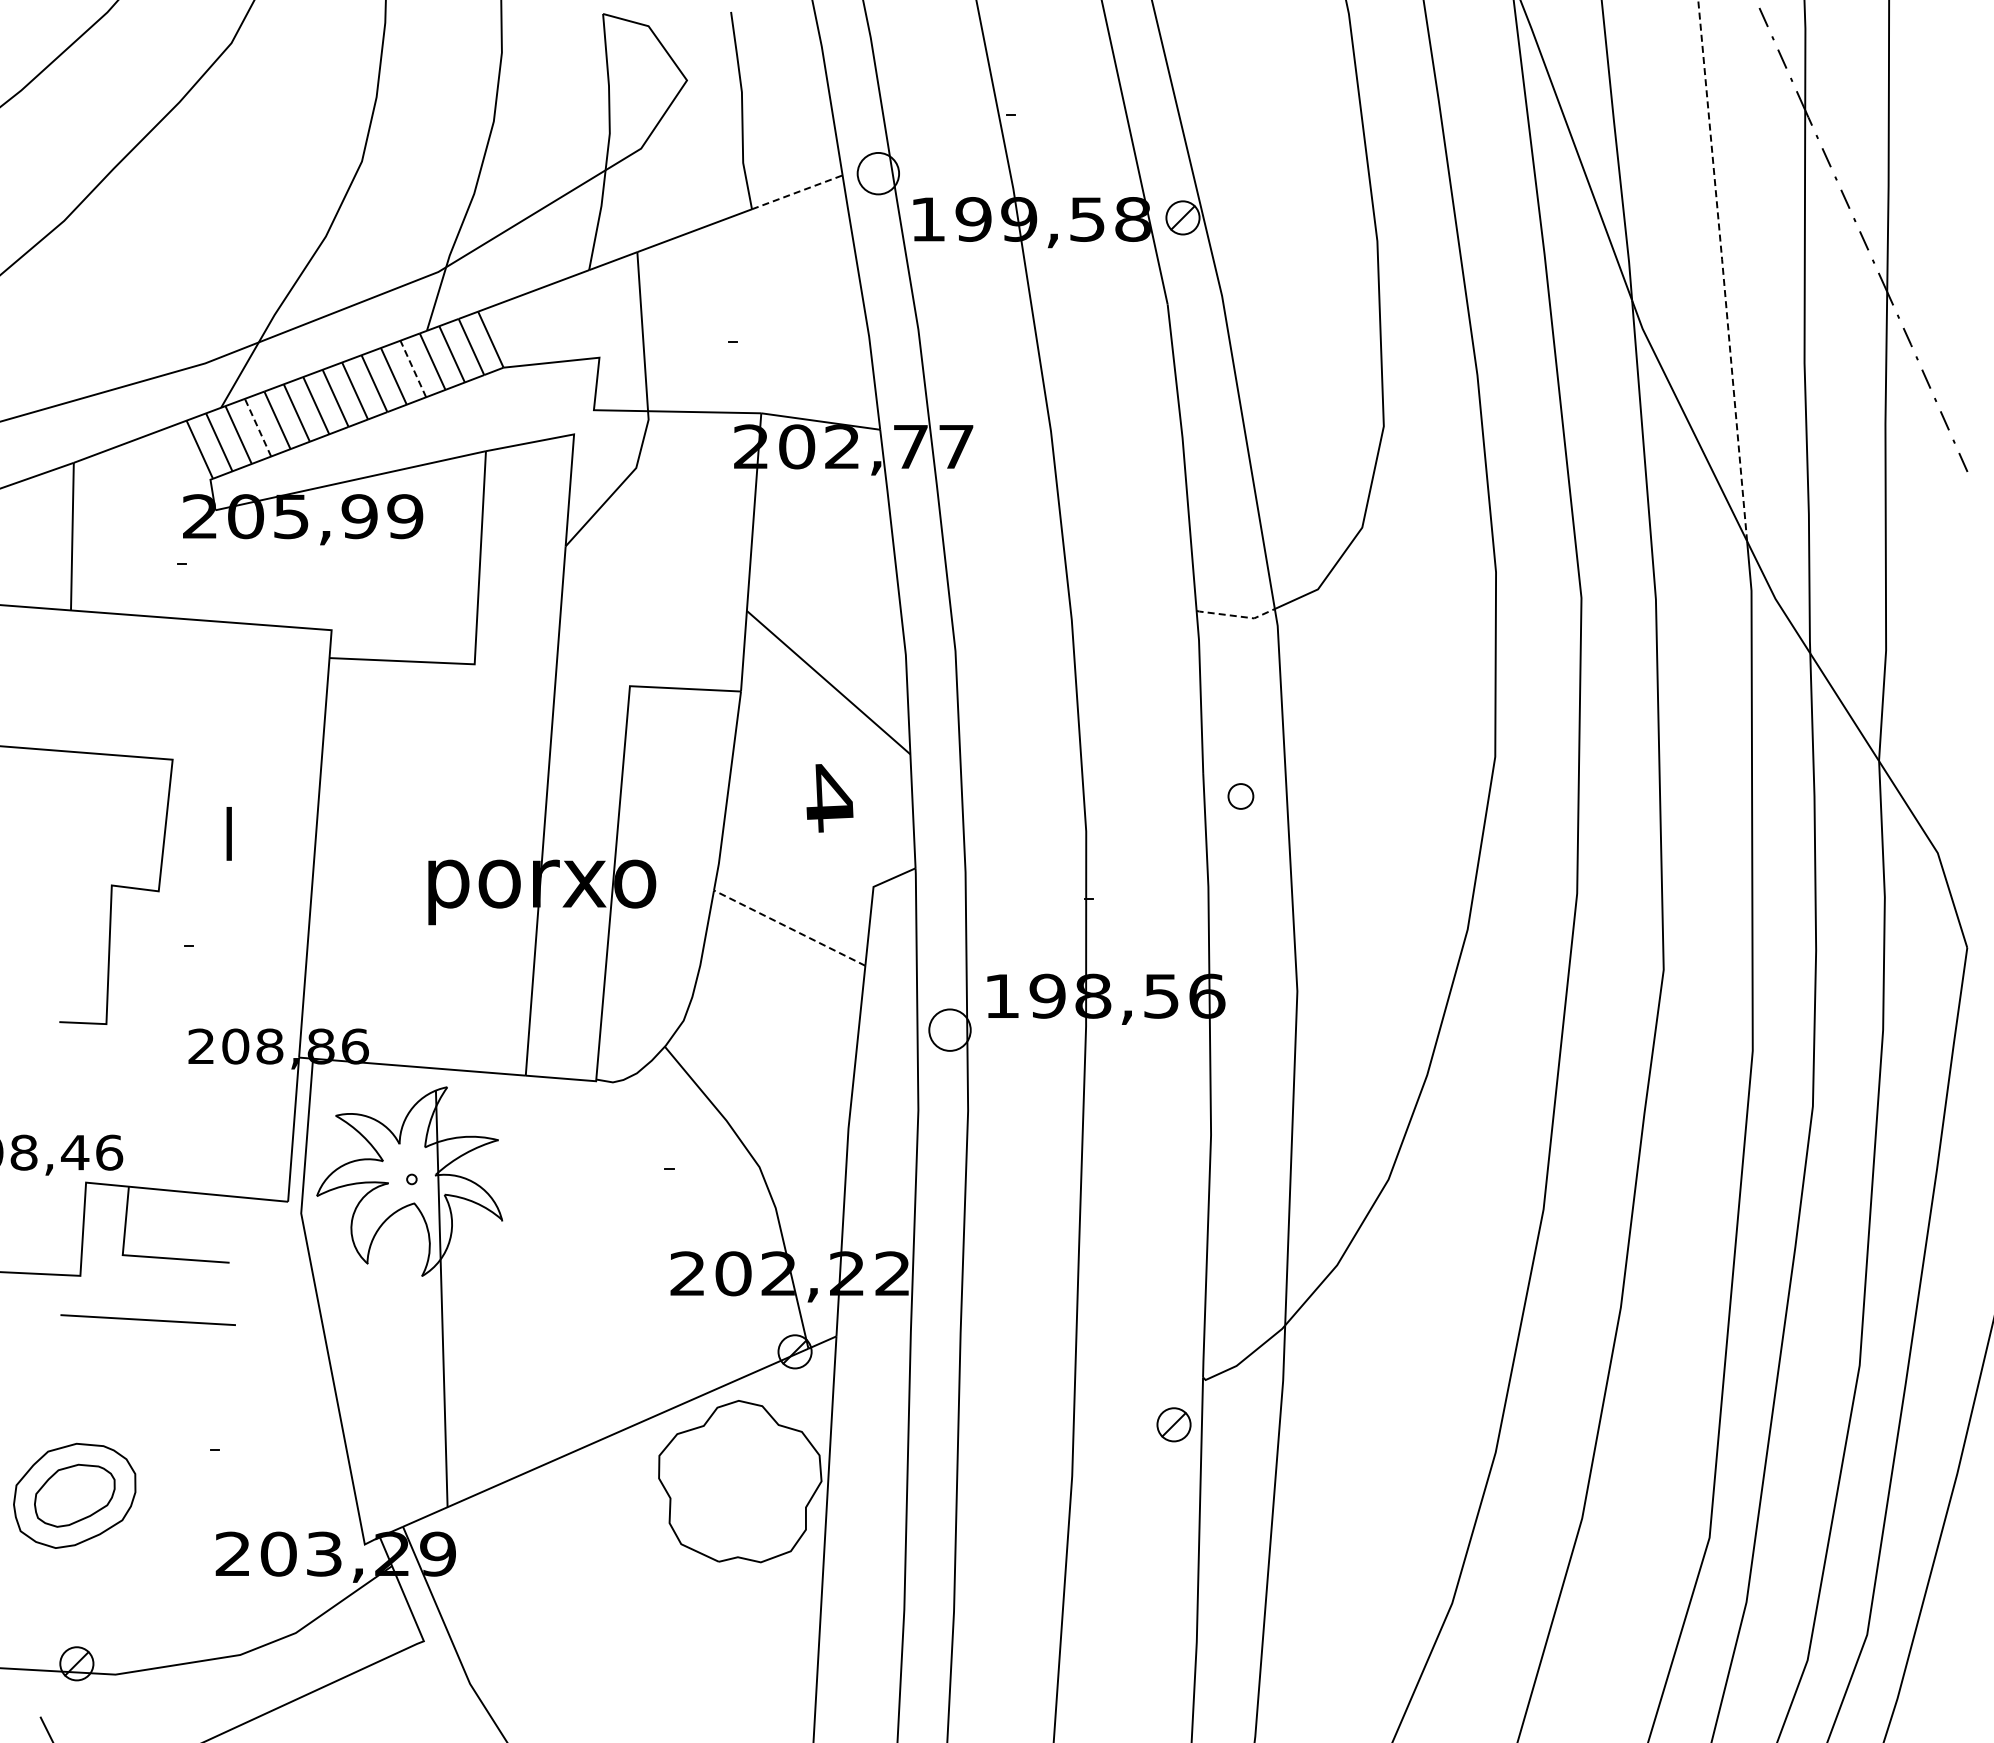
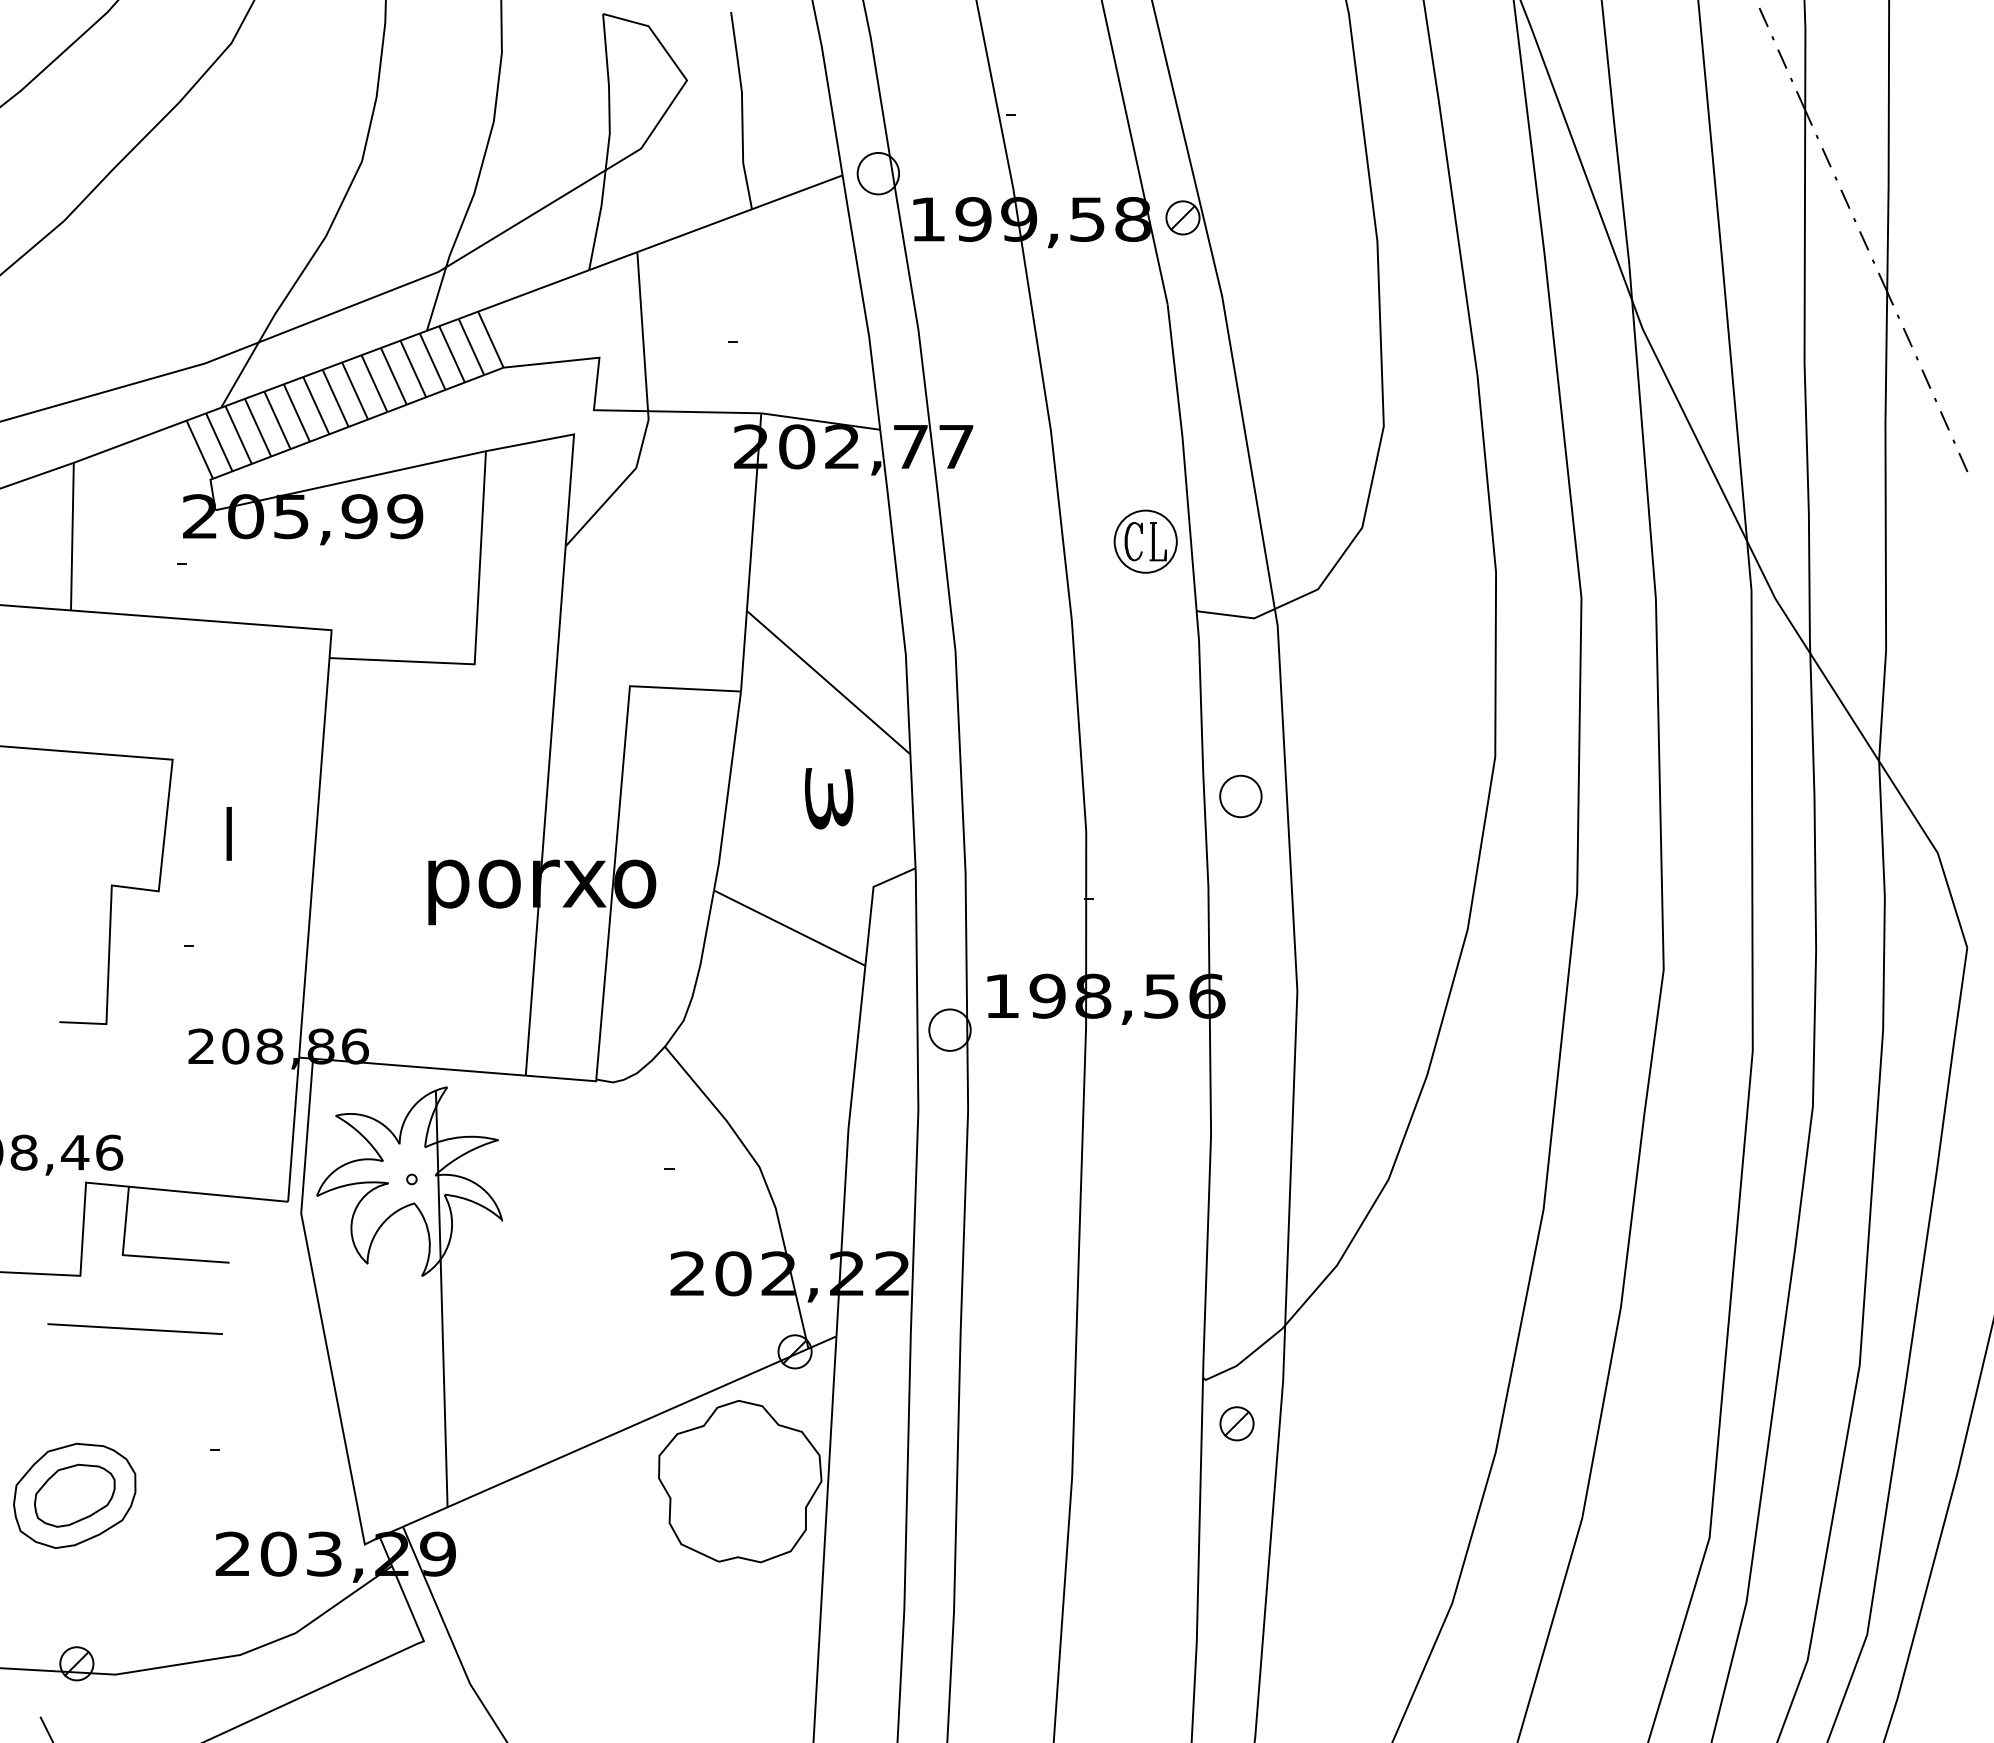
line at (797, 192): dashed -> solid
line at (1723, 269): dashed -> solid
line at (413, 368): dashed -> solid
line at (258, 427): dashed -> solid
part at (1145, 541): none -> present
line at (1236, 616): dashed -> solid
part at (1240, 796) size: 28x27 px -> 44x45 px
text at (829, 798): 4 -> 3
line at (789, 928): dashed -> solid
line at (147, 1319) position: (147, 1319) -> (134, 1328)
part at (1173, 1424) position: (1173, 1424) -> (1236, 1423)
